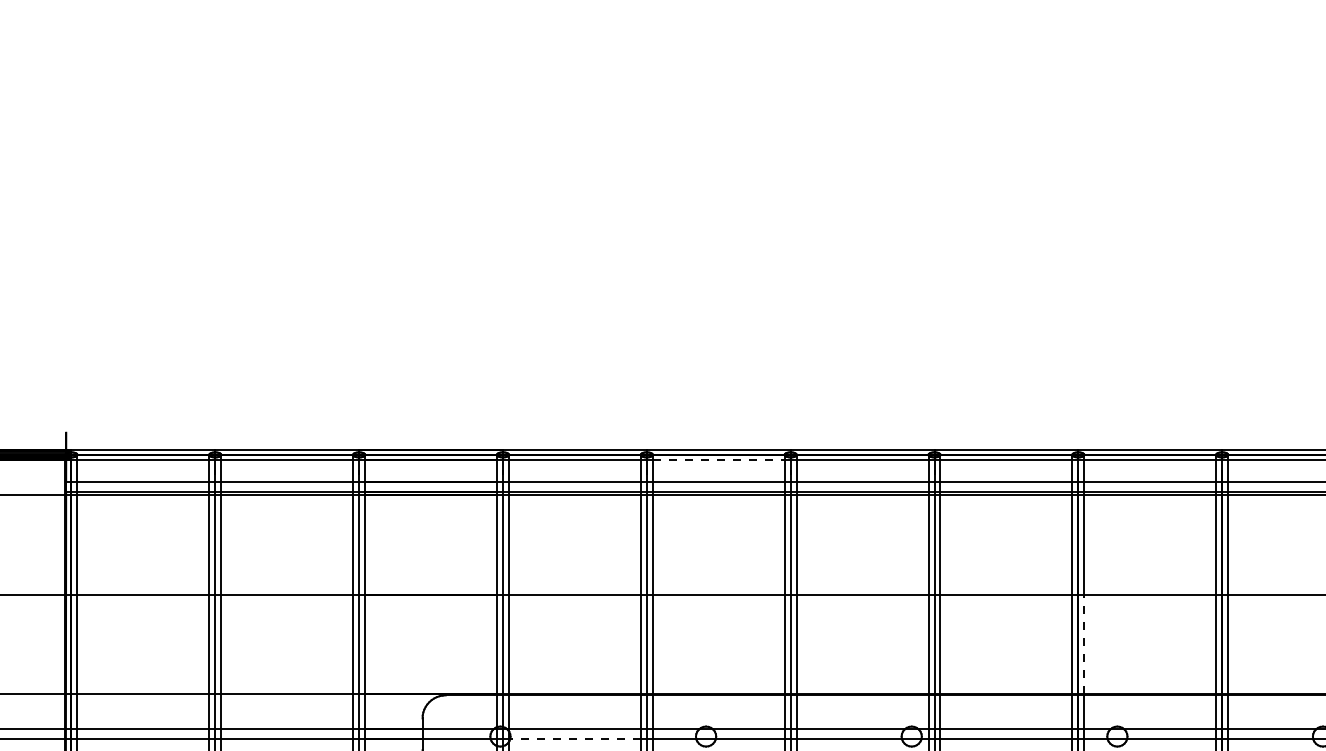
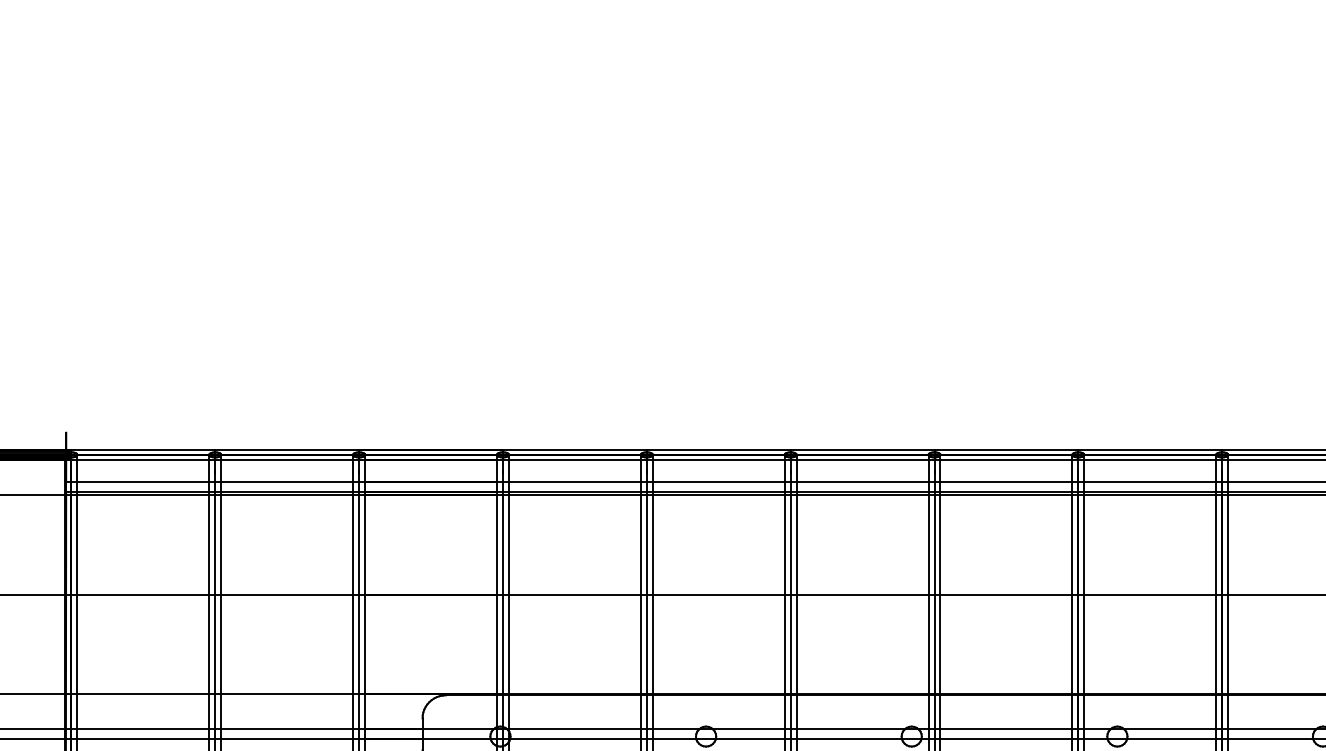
line at (718, 459): dashed -> solid
line at (1084, 644): dashed -> solid
line at (574, 739): dashed -> solid
